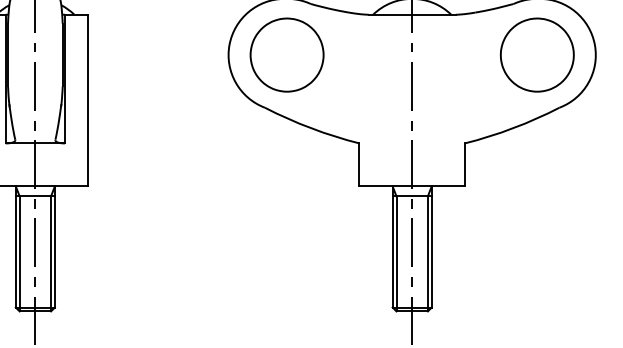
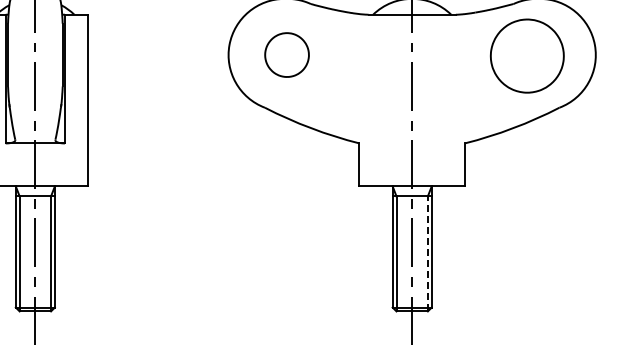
part at (286, 54) size: 76x76 px -> 46x46 px
part at (536, 54) position: (536, 54) -> (526, 55)
line at (427, 253): solid -> dashed
